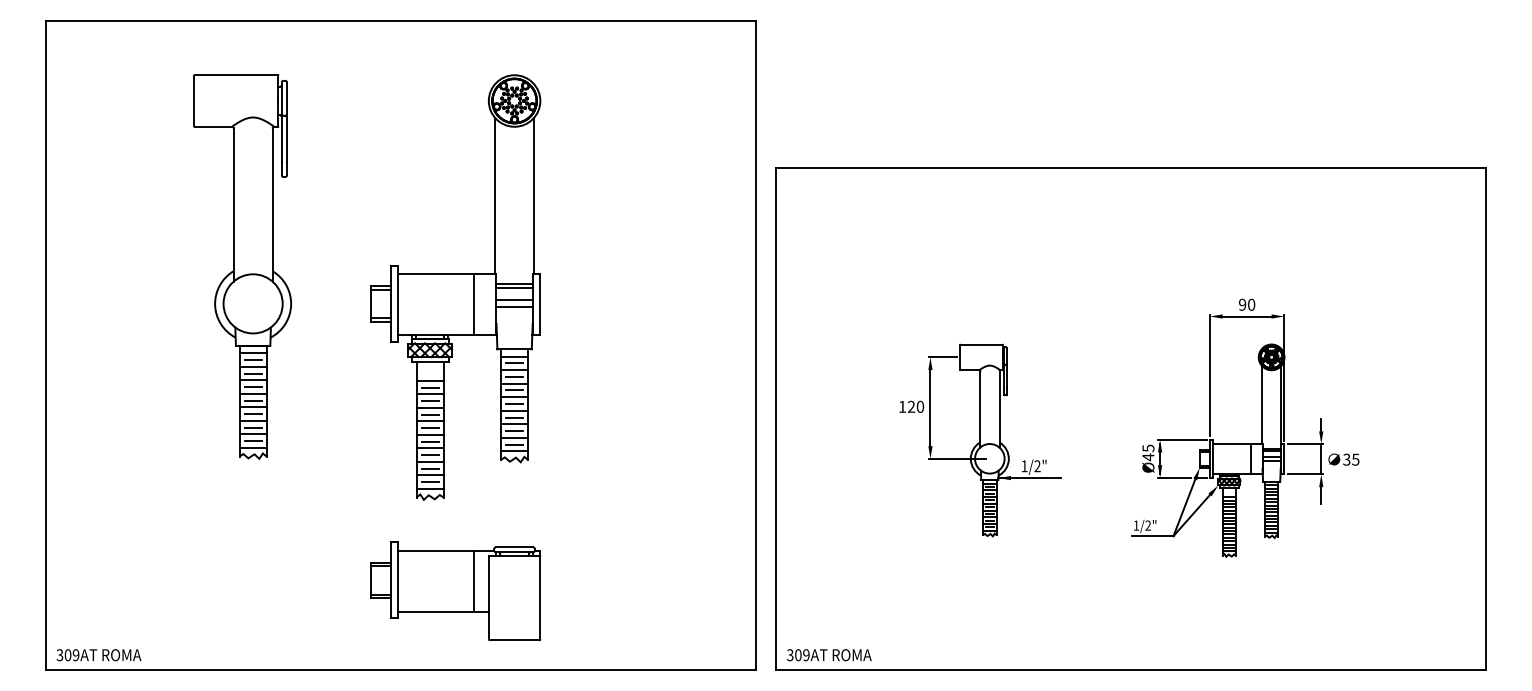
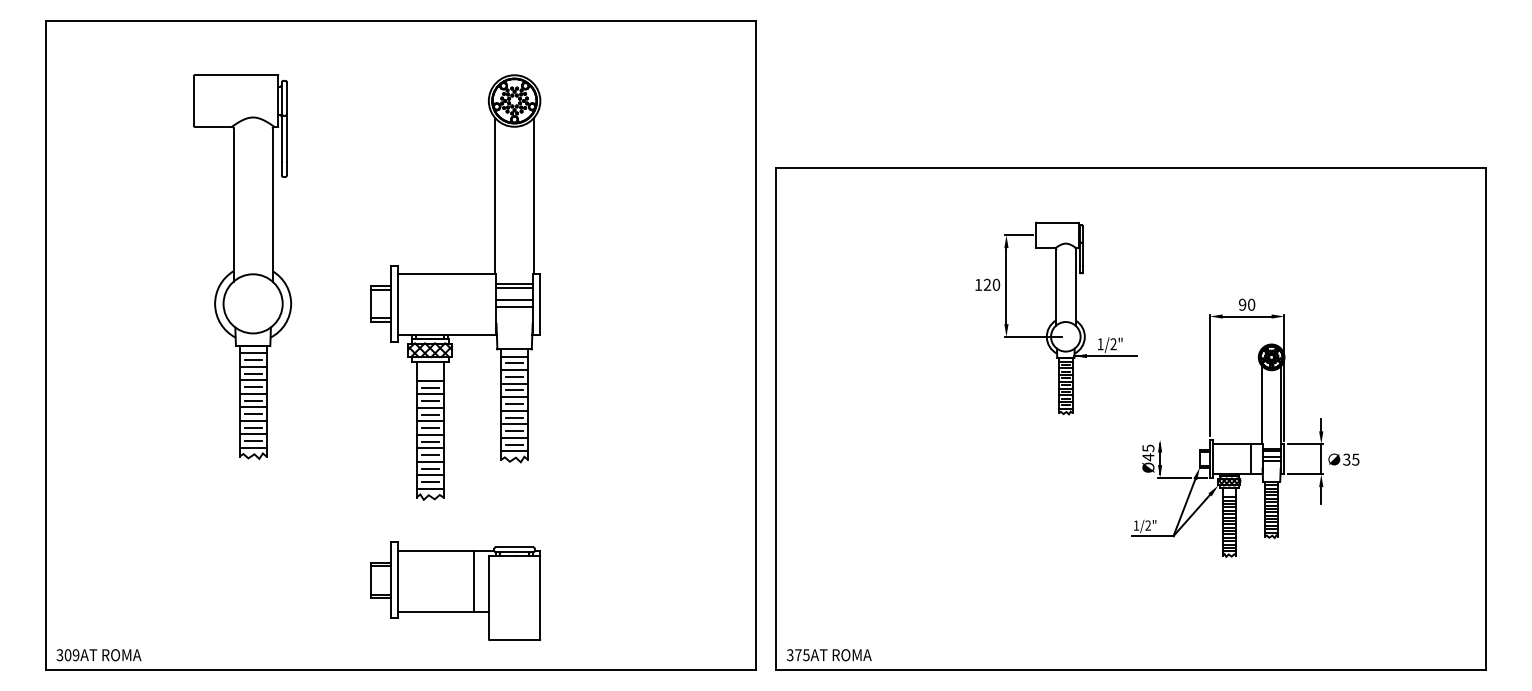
line at (473, 304): present -> none
line at (1182, 439): present -> none
part at (980, 440) position: (980, 440) -> (1056, 318)
text at (802, 655): 309AT -> 375AT
